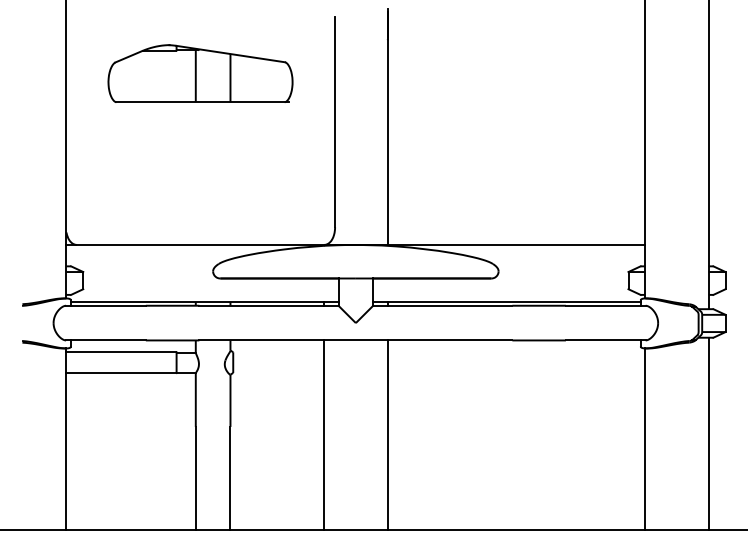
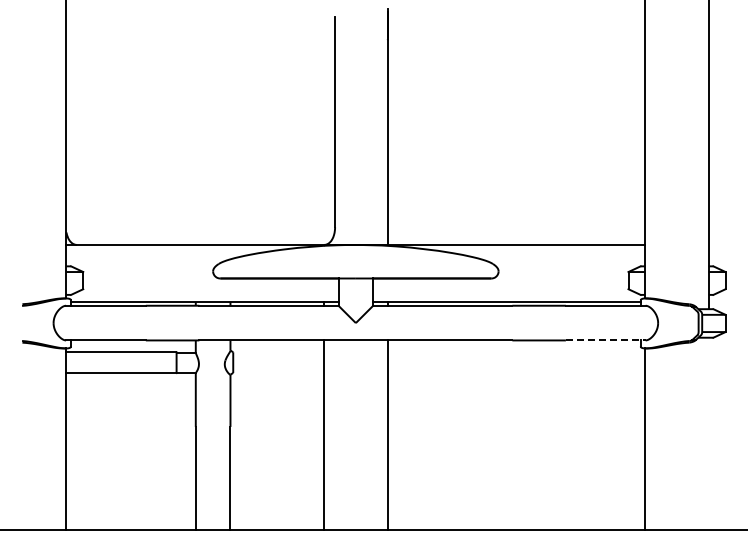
part at (200, 73): present -> none
line at (605, 340): solid -> dashed
line at (708, 433): present -> none
